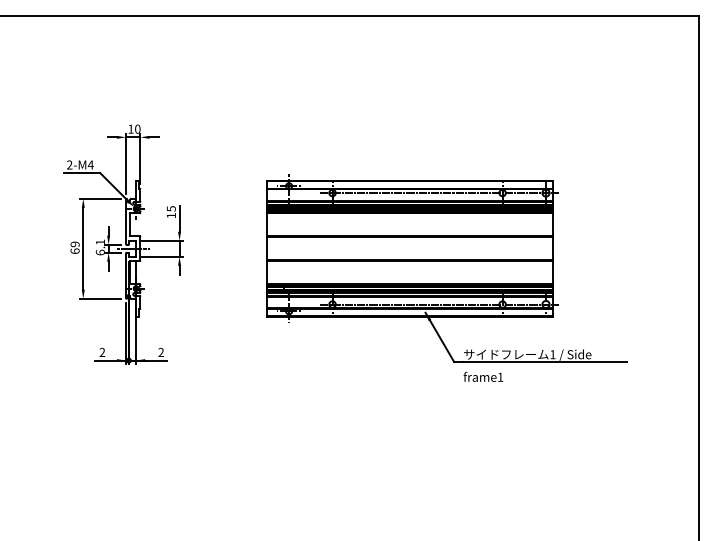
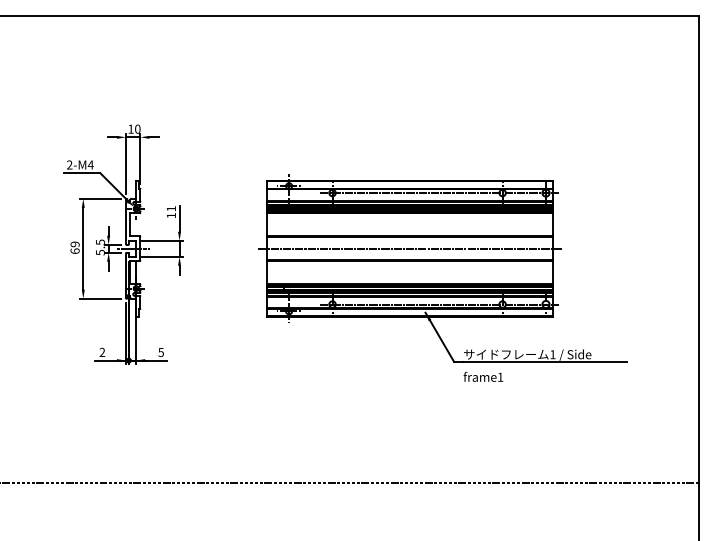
text at (170, 208): 15 -> 11
text at (100, 247): 6.1 -> 5.5
line at (410, 248): none -> present
text at (160, 352): 2 -> 5
line at (350, 482): none -> present
